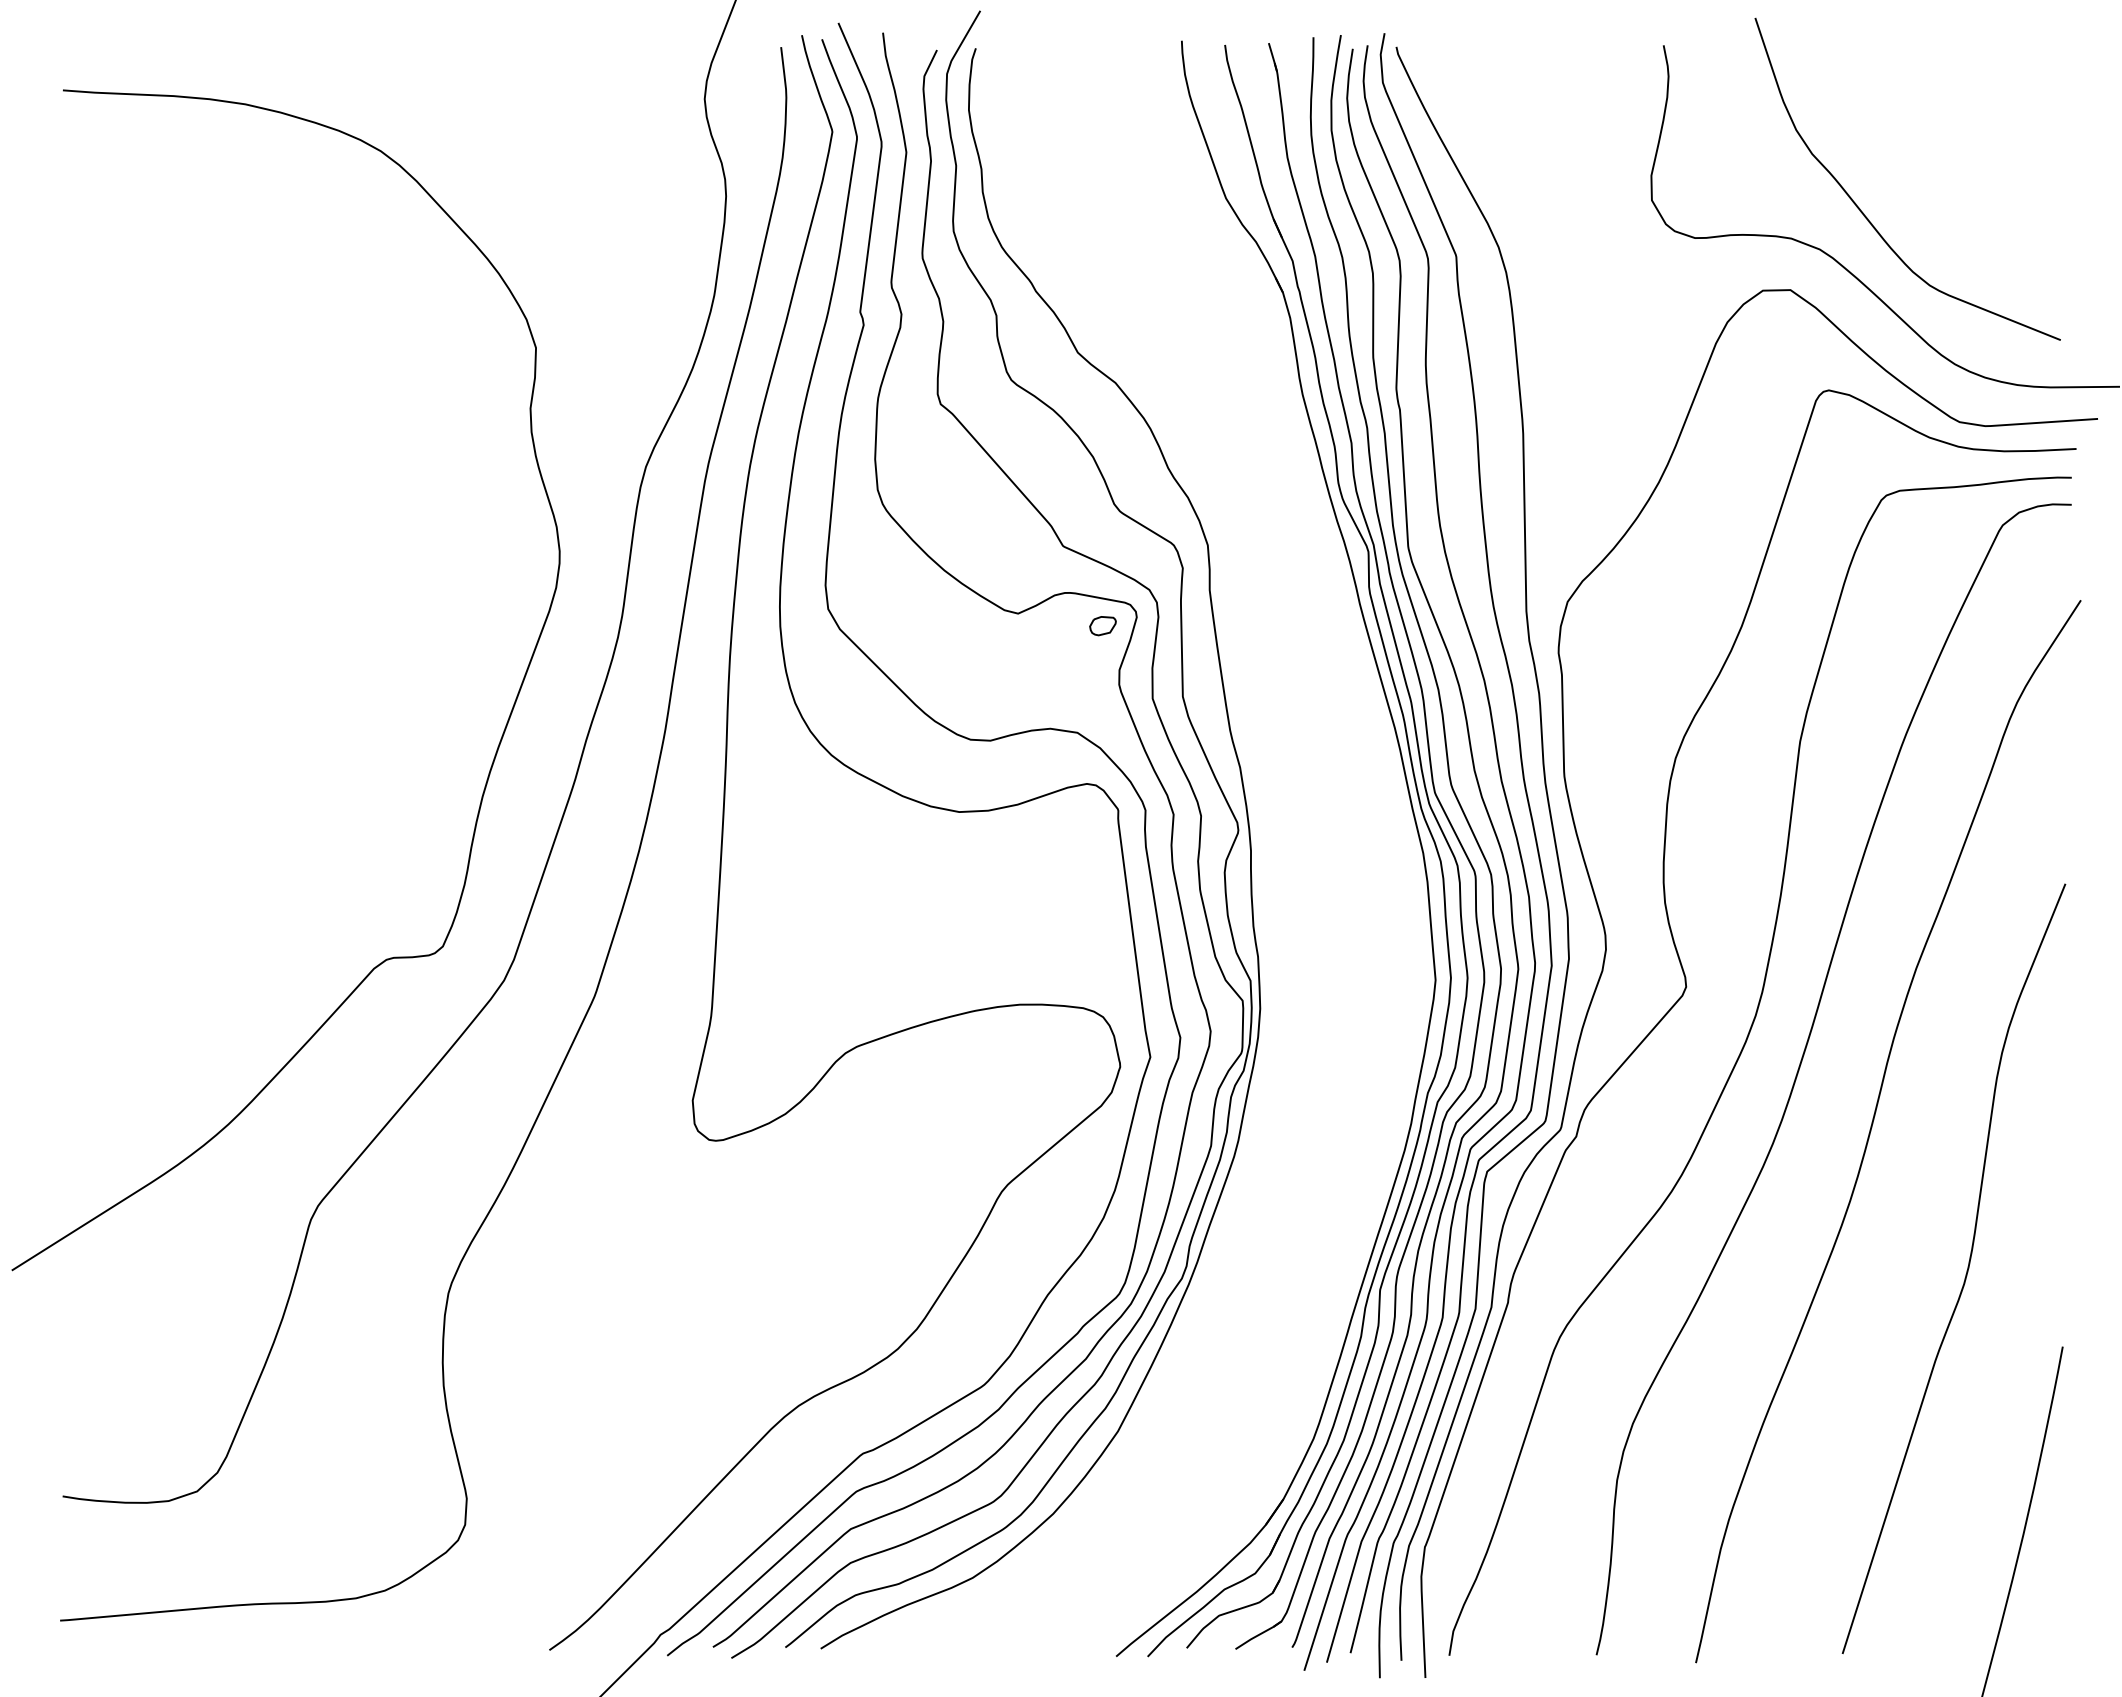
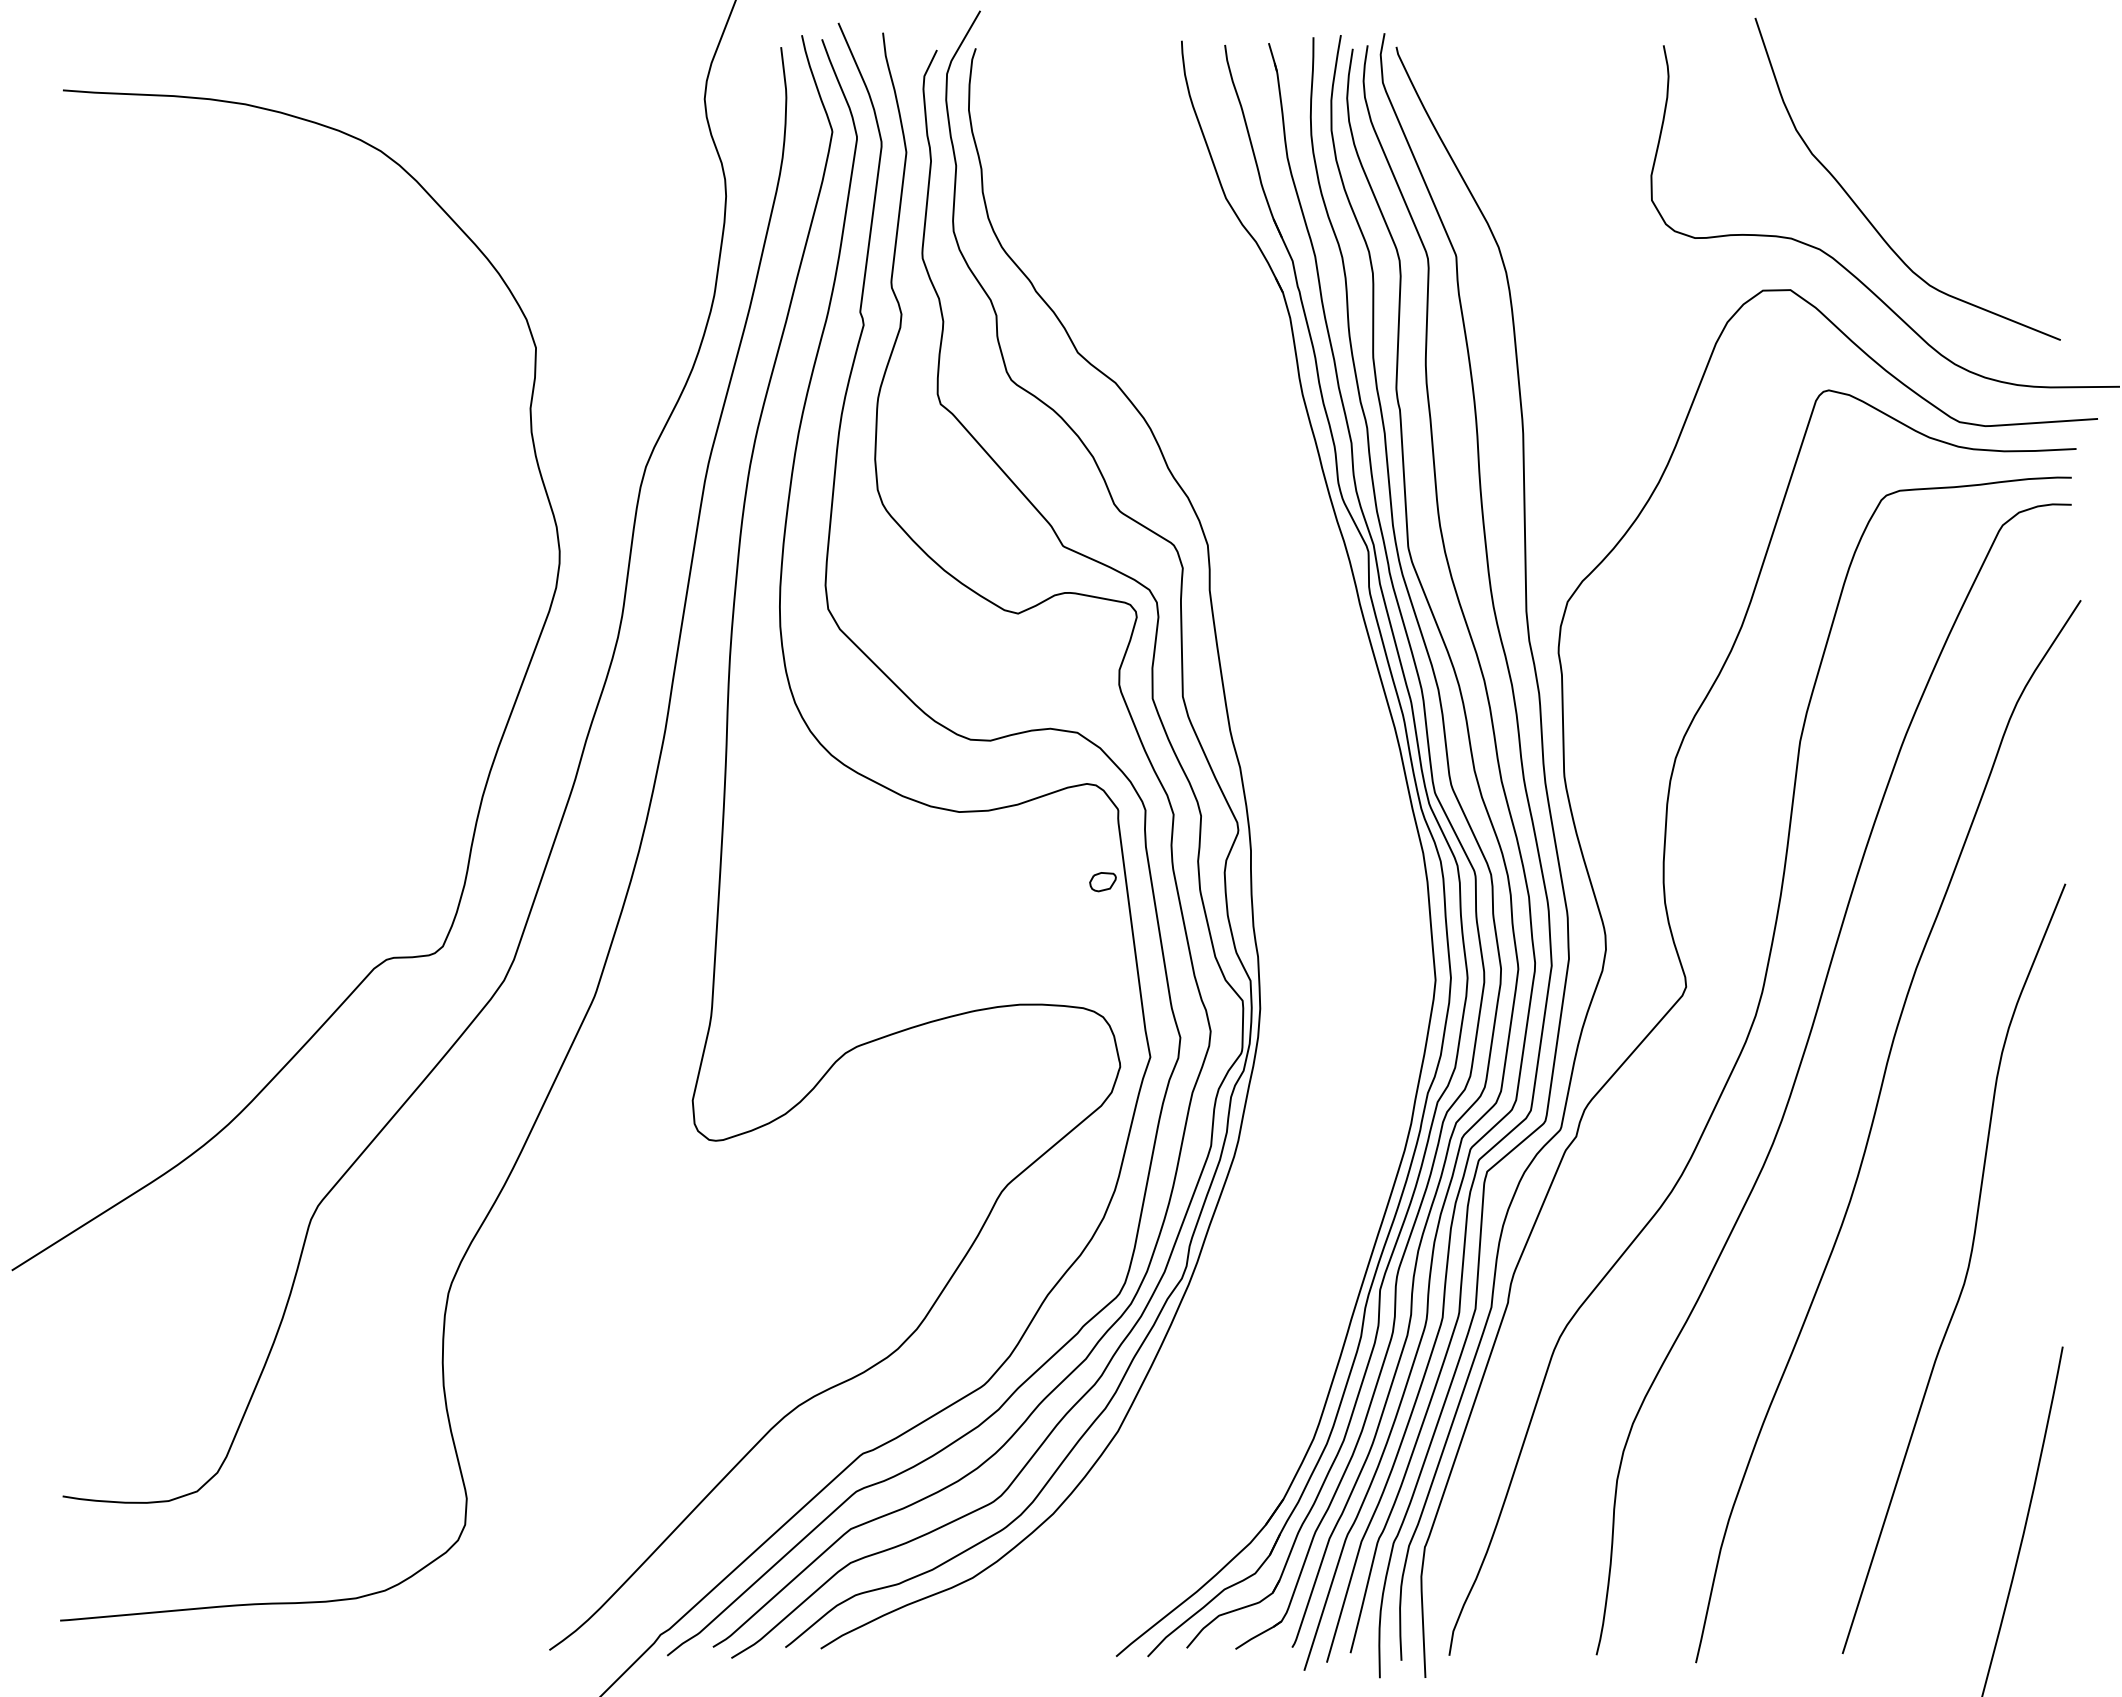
part at (1102, 626) position: (1102, 626) -> (1102, 882)
